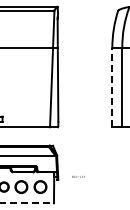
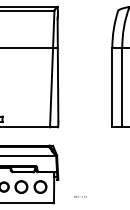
line at (112, 87): dashed -> solid
text at (78, 176) position: (78, 176) -> (80, 196)
line at (27, 203): dashed -> solid
